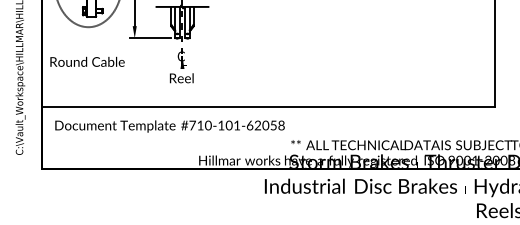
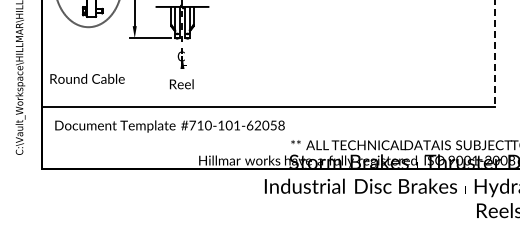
line at (494, 54): solid -> dashed
text at (87, 61) position: (87, 61) -> (87, 78)
text at (181, 78) position: (181, 78) -> (181, 84)
